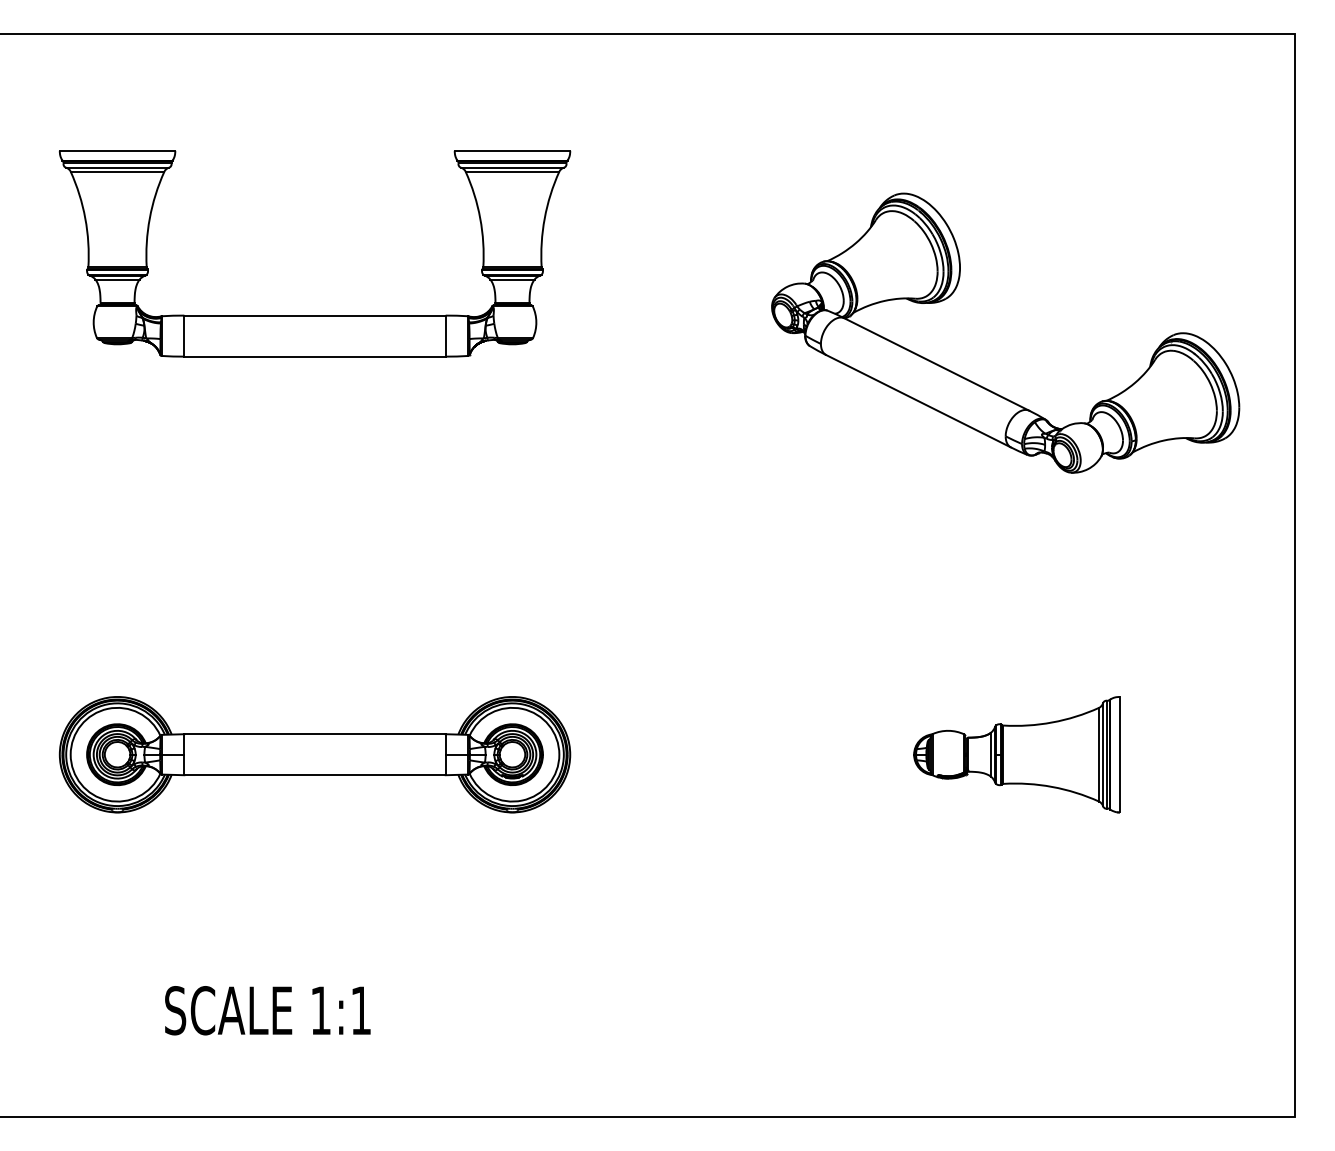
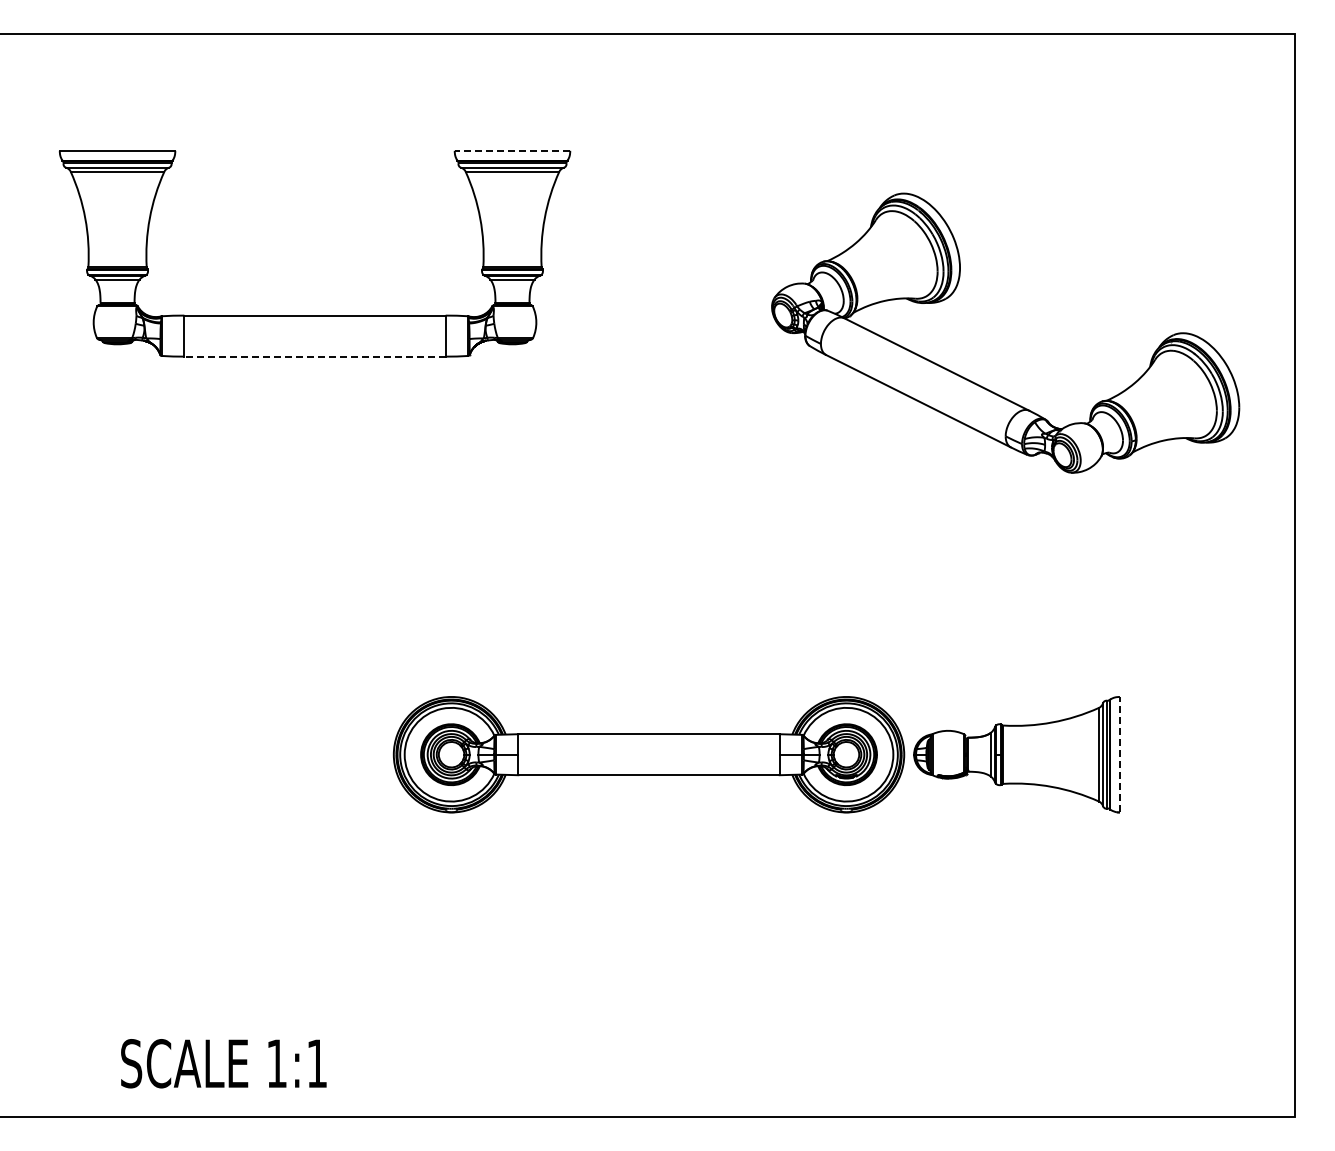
line at (512, 150): solid -> dashed
line at (315, 356): solid -> dashed
part at (314, 754) position: (314, 754) -> (648, 754)
line at (1119, 754): solid -> dashed
text at (267, 1010) position: (267, 1010) -> (223, 1063)
